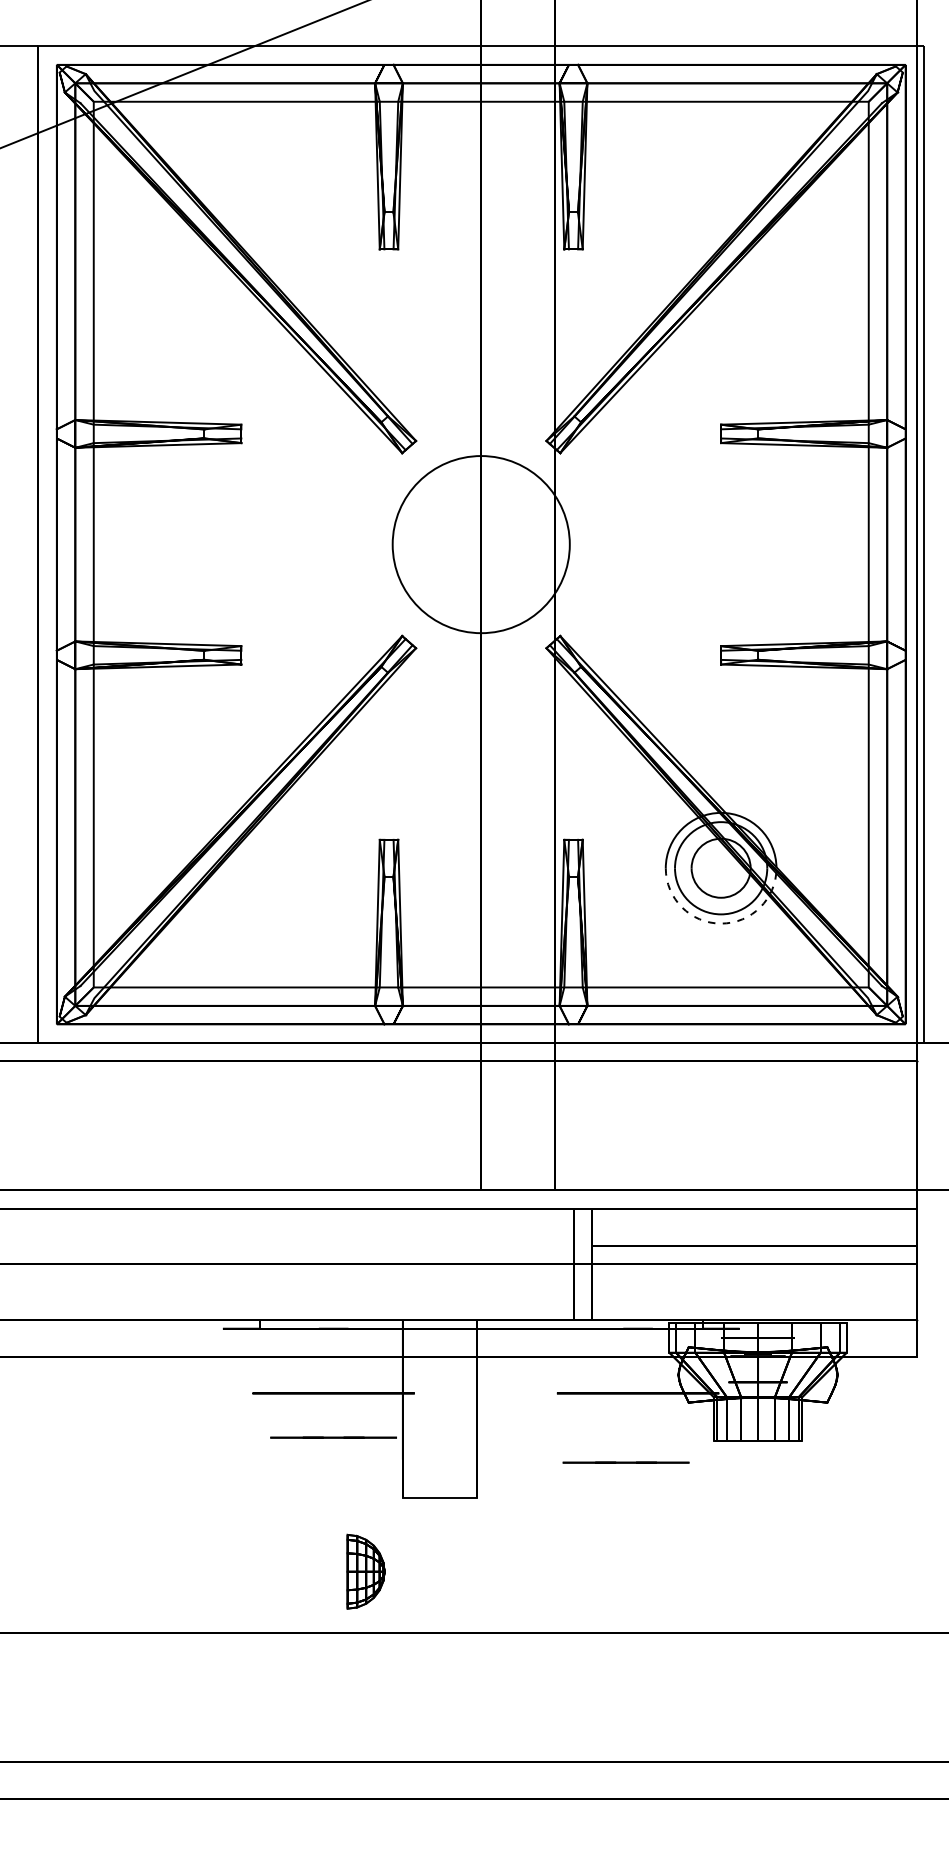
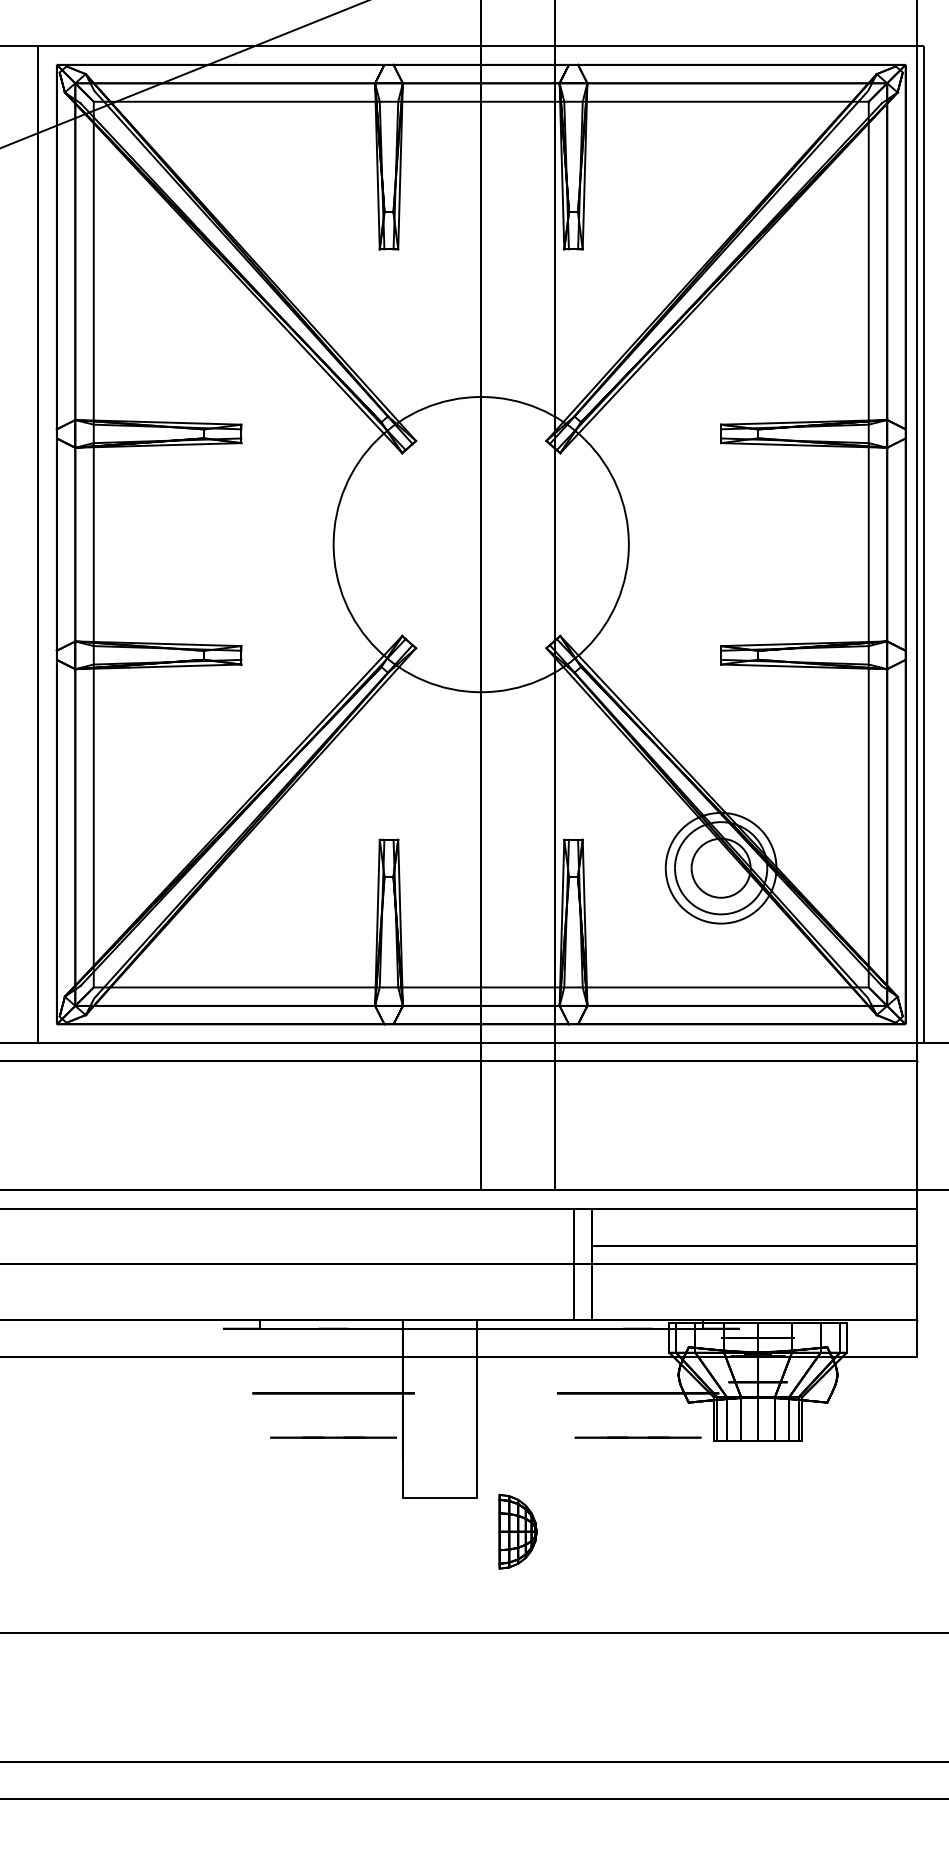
circle at (480, 544) diameter: 177 px -> 295 px
arc at (721, 923): dashed -> solid
line at (625, 1462) position: (625, 1462) -> (637, 1437)
part at (365, 1571) position: (365, 1571) -> (517, 1531)
